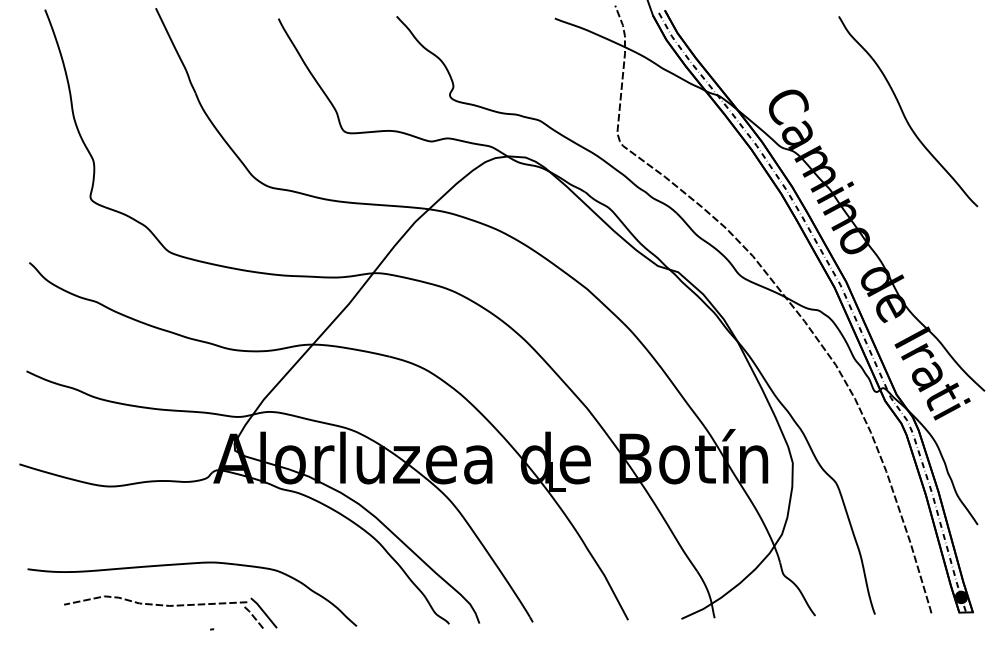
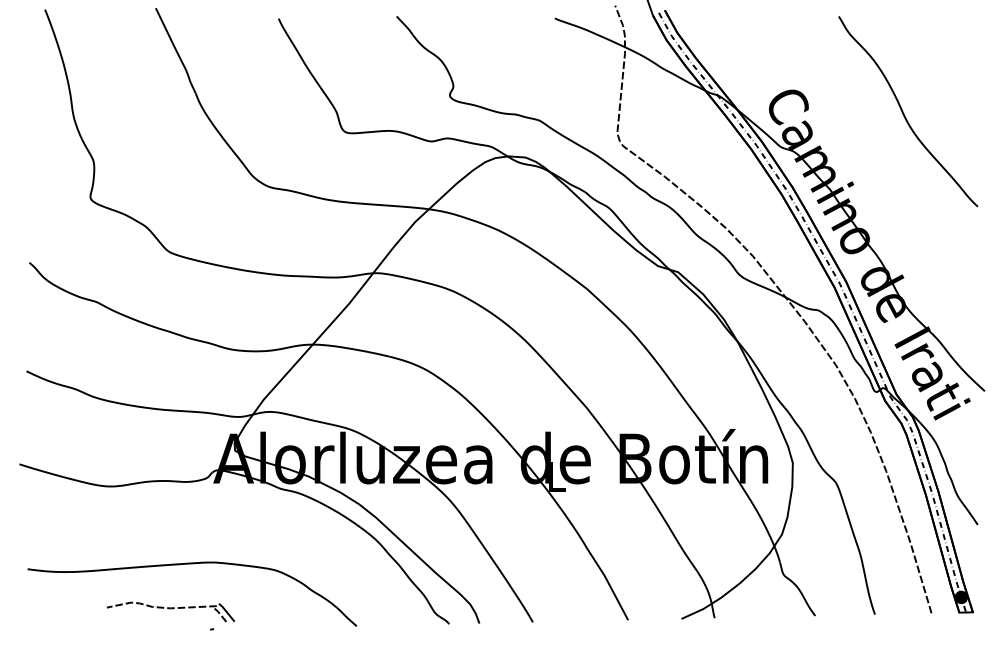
part at (170, 611) size: 214x34 px -> 129x22 px
